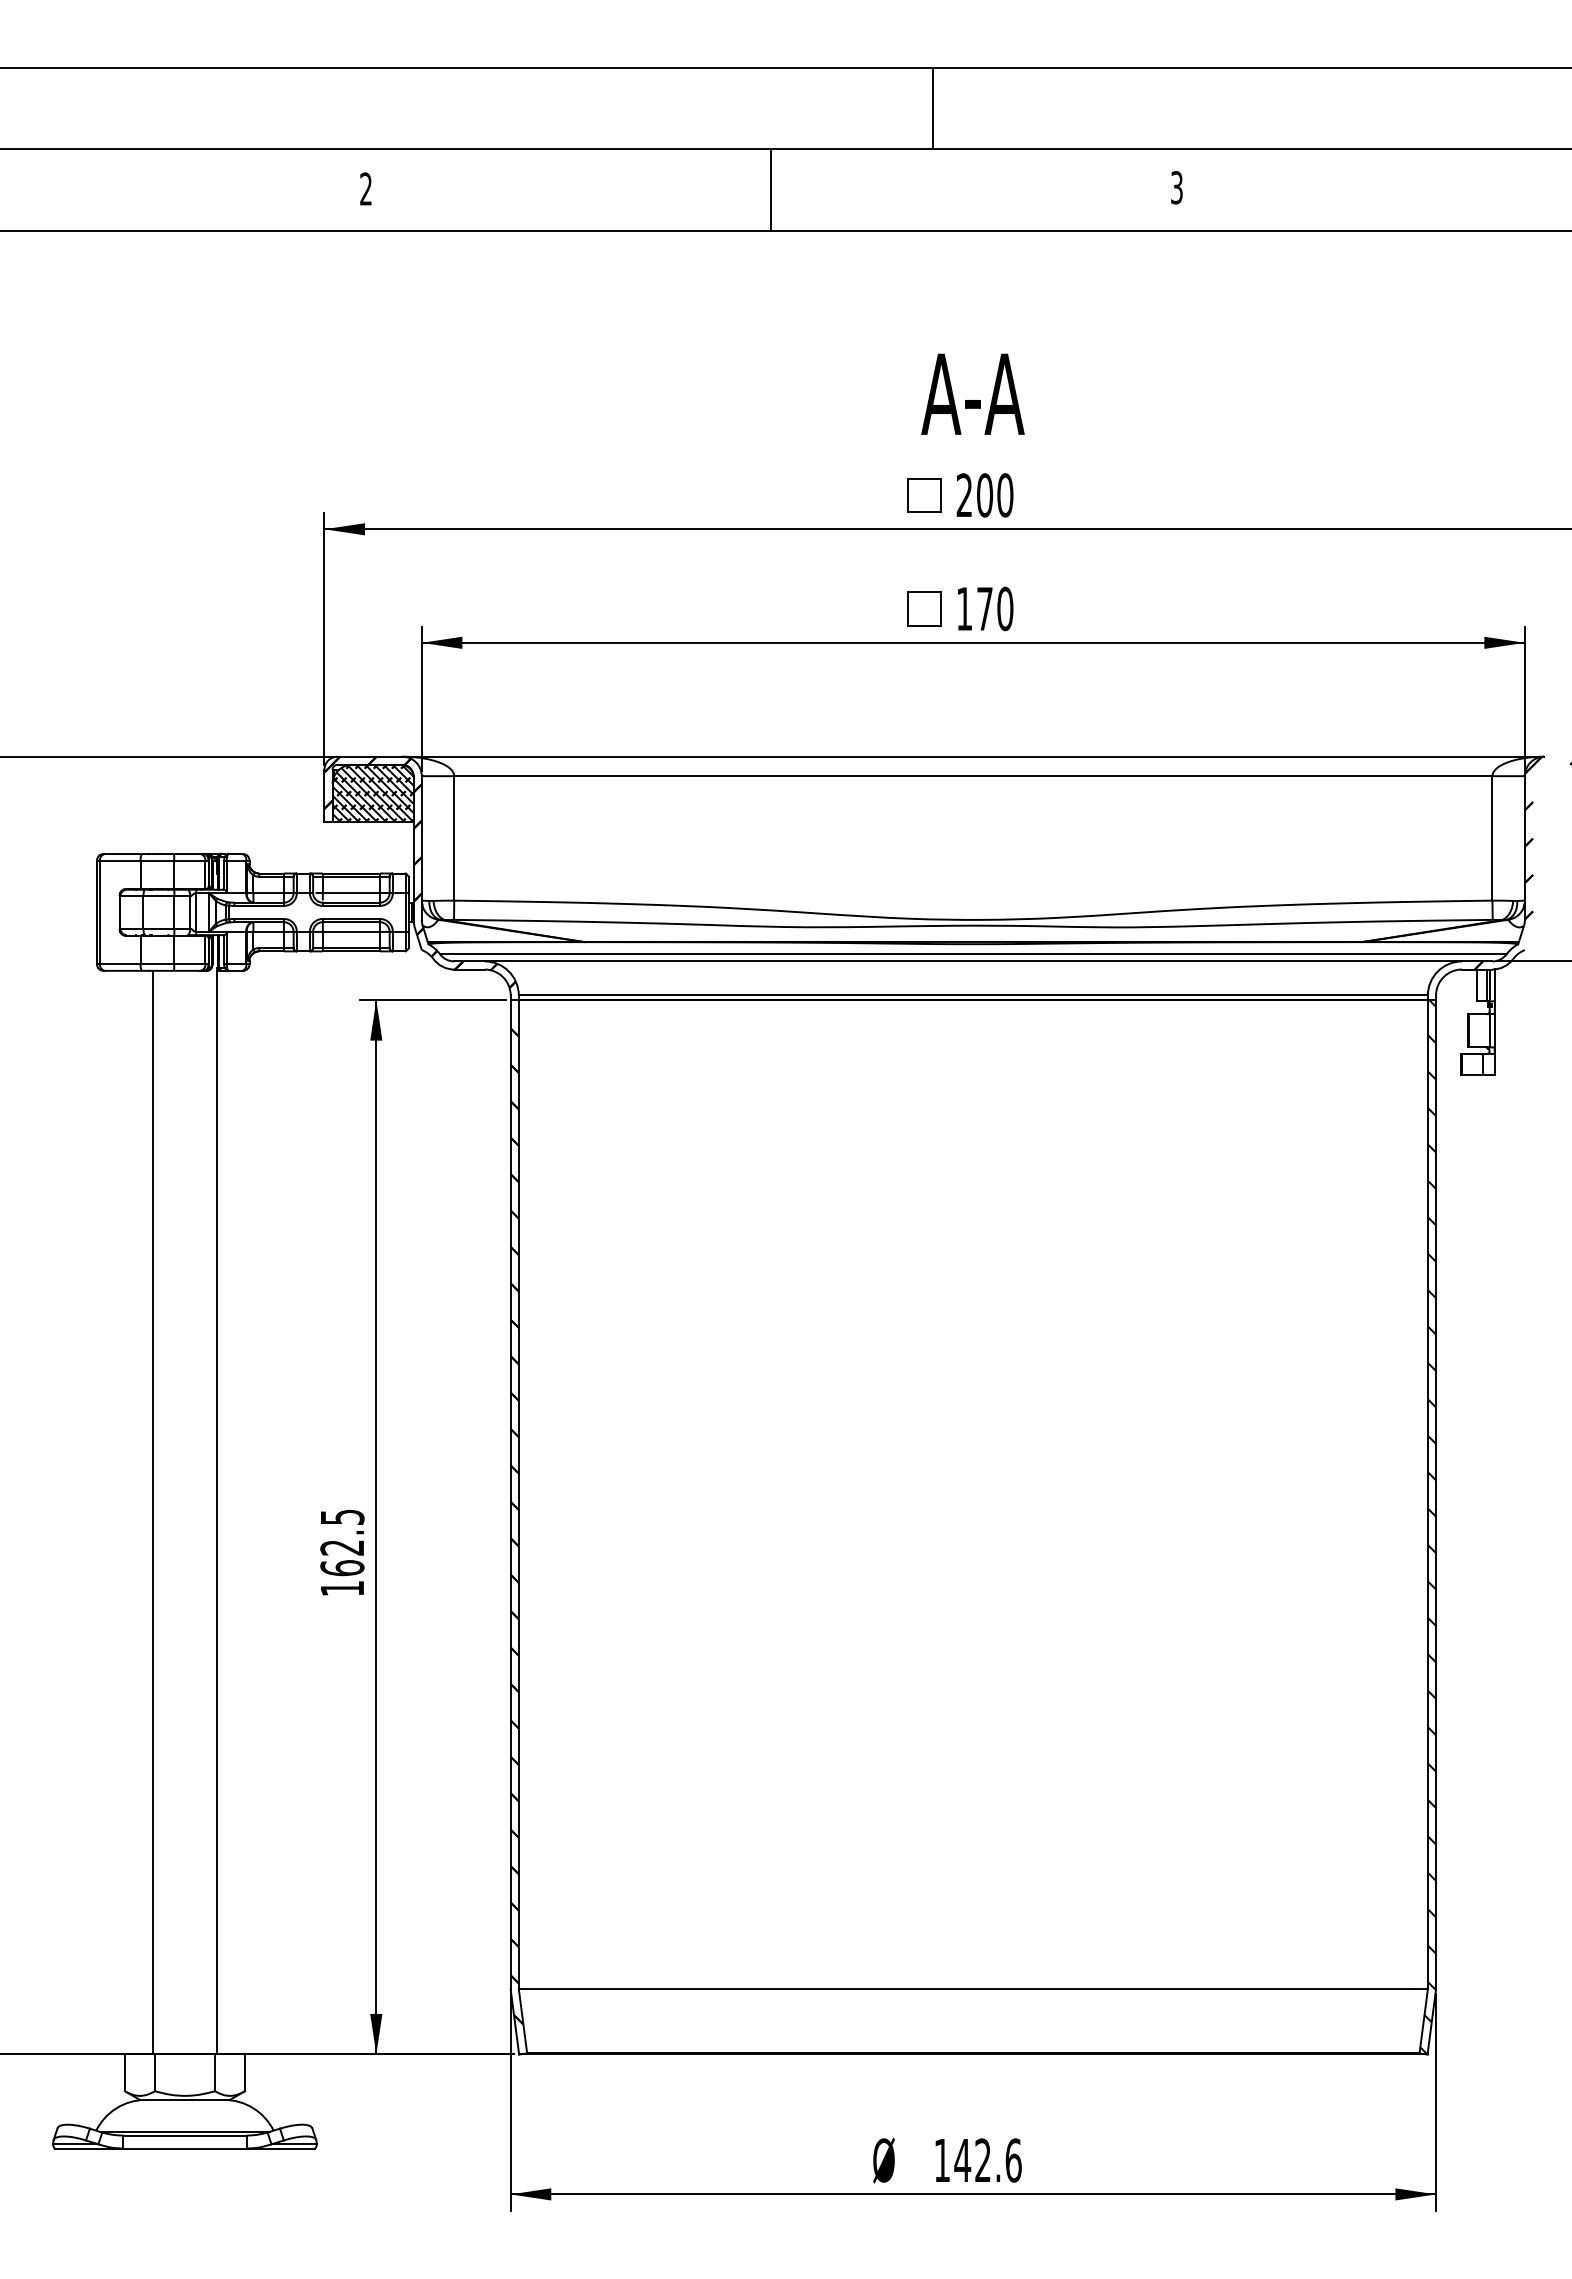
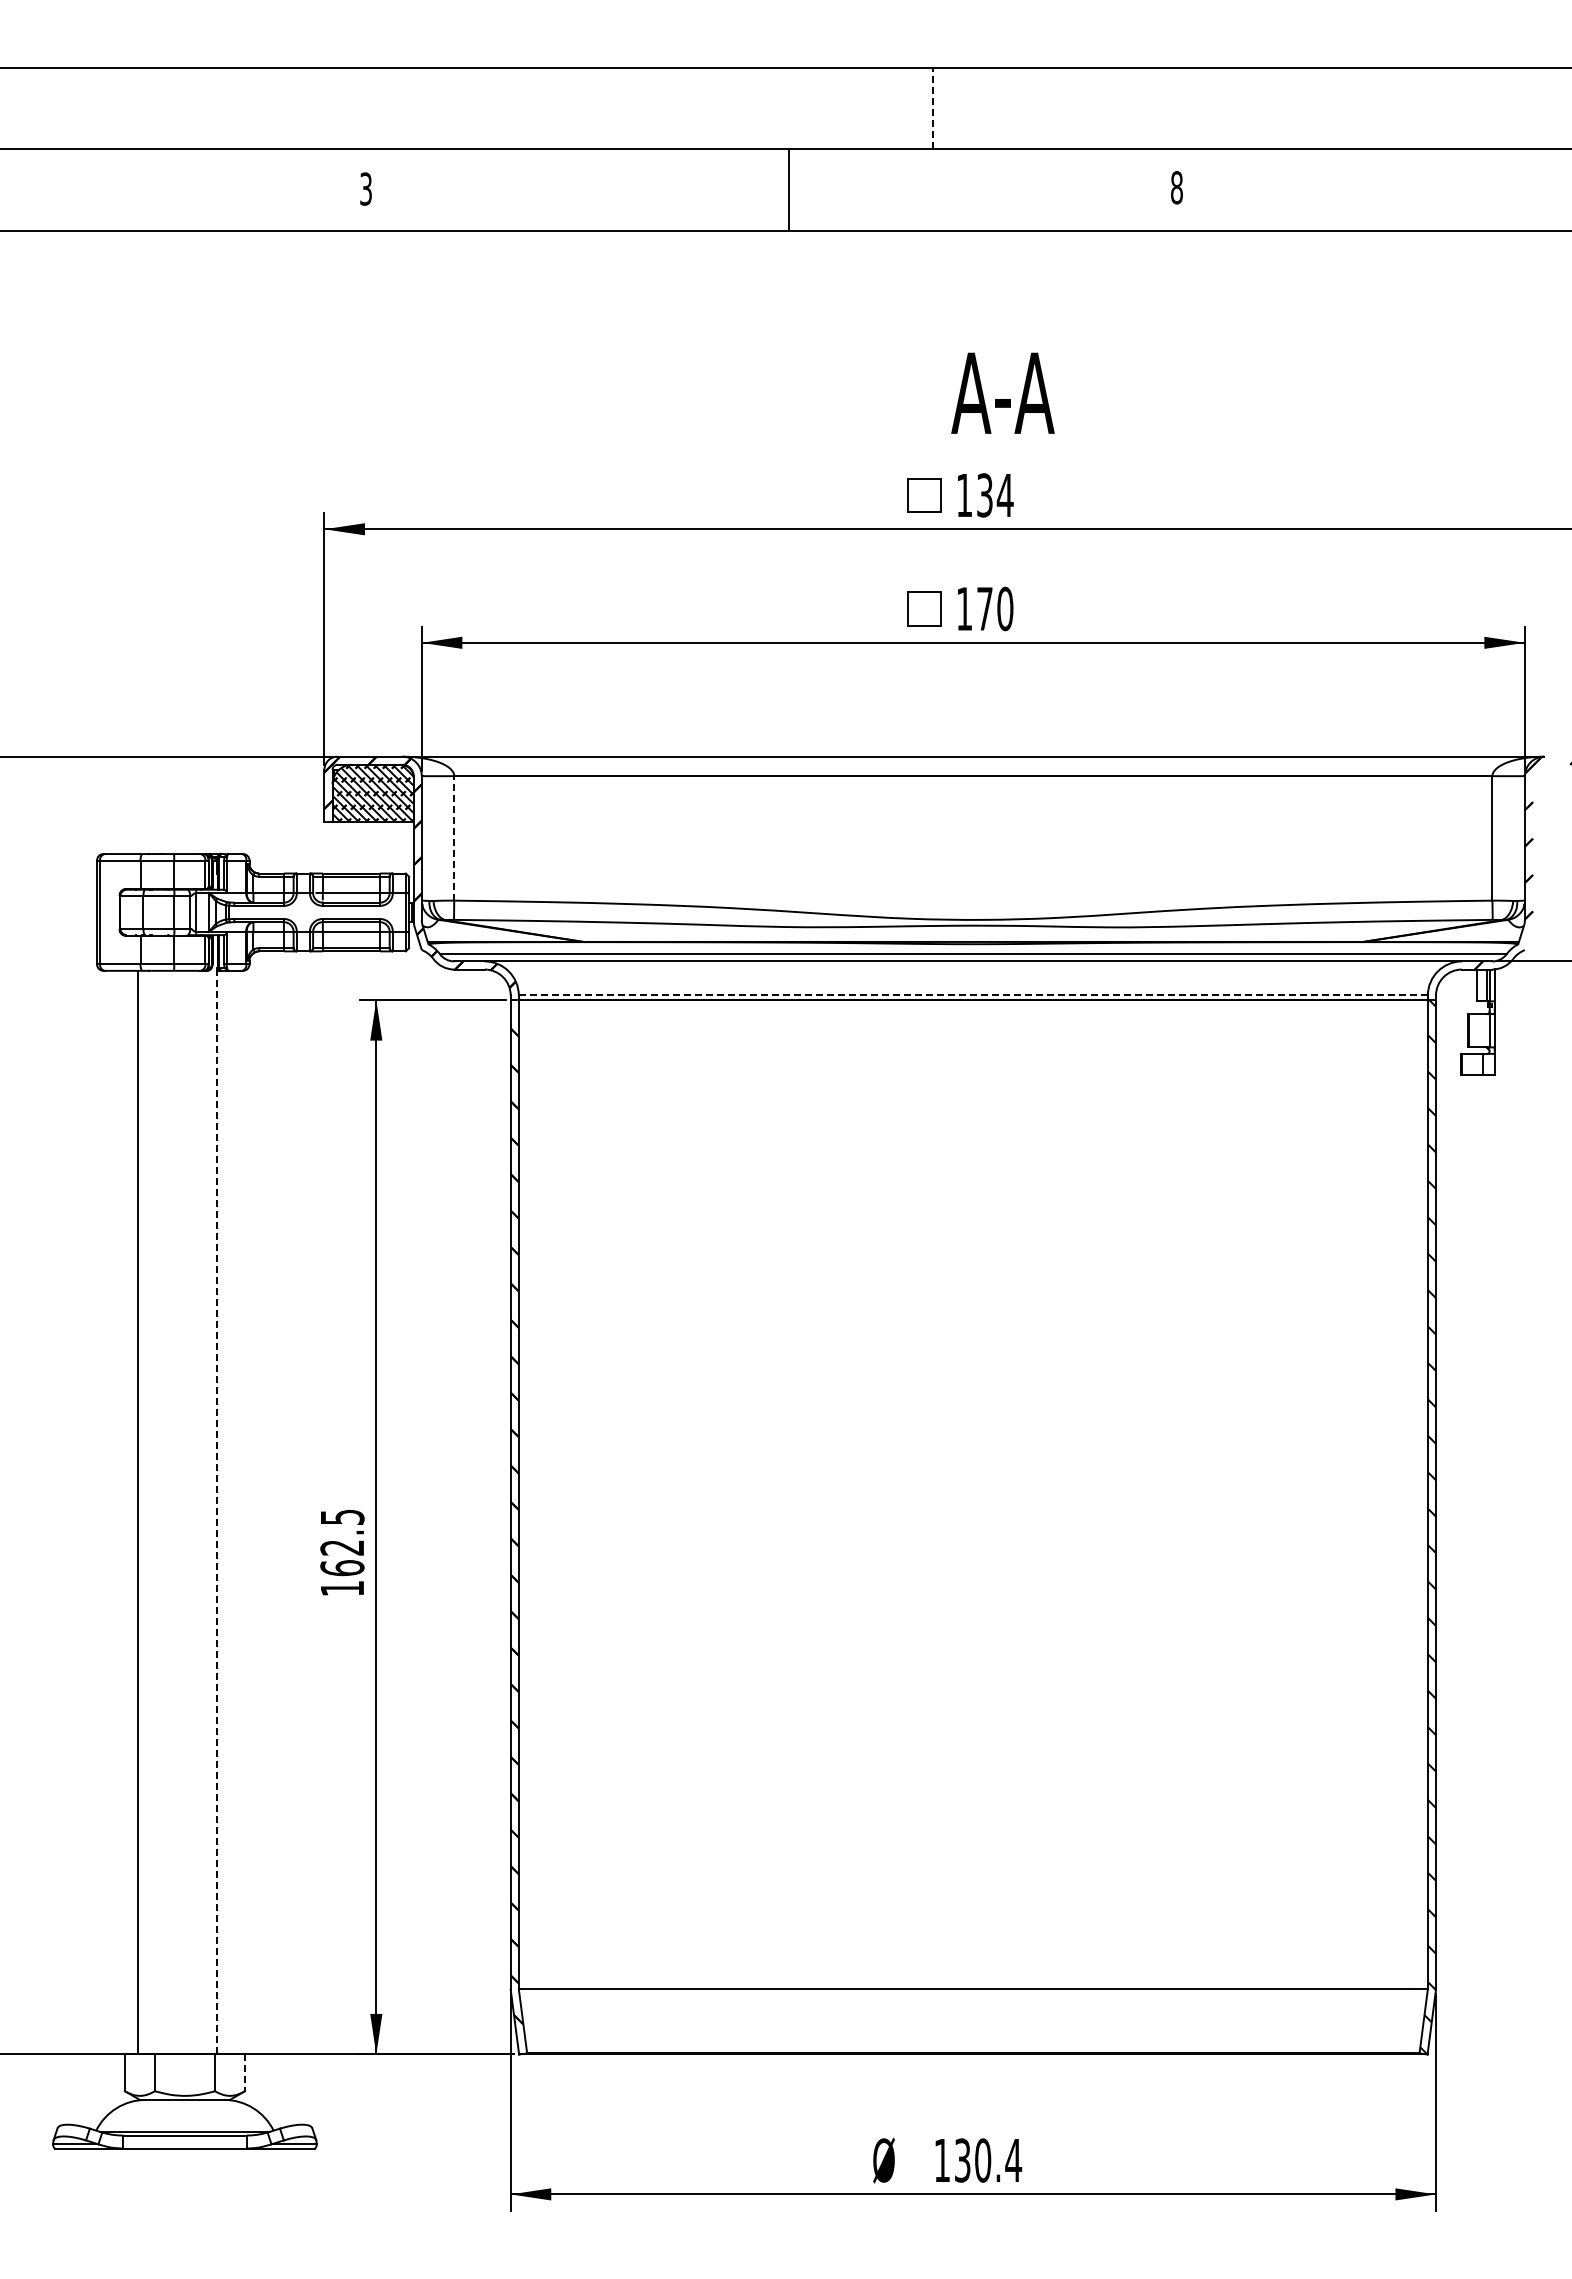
line at (933, 108): solid -> dashed
text at (1176, 187): 3 -> 8
text at (365, 188): 2 -> 3
line at (771, 189) position: (771, 189) -> (789, 189)
text at (972, 393) position: (972, 393) -> (1002, 392)
text at (984, 495): 200 -> 134
line at (454, 837): solid -> dashed
line at (973, 995): solid -> dashed
line at (217, 1510): solid -> dashed
line at (152, 1512) position: (152, 1512) -> (137, 1512)
line at (244, 2073): solid -> dashed
text at (988, 2160): 142.6 -> 130.4
